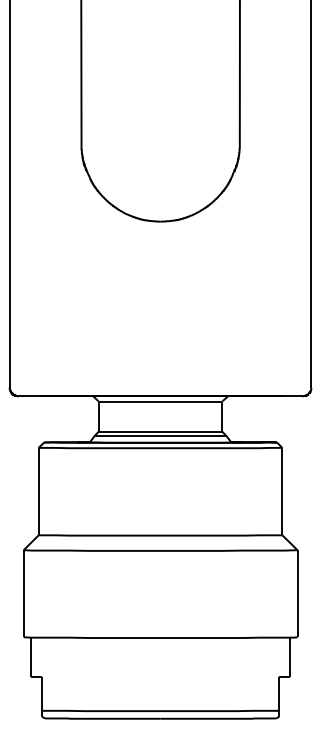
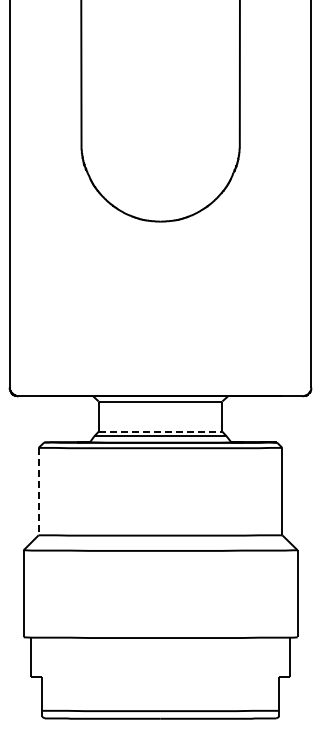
line at (160, 431): solid -> dashed
line at (38, 491): solid -> dashed
